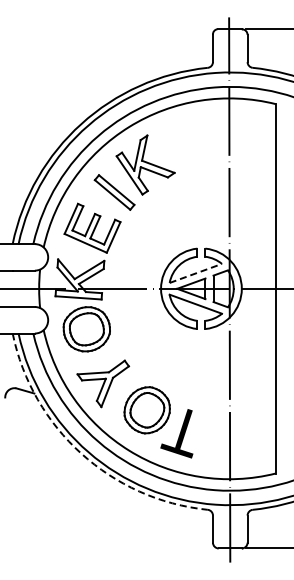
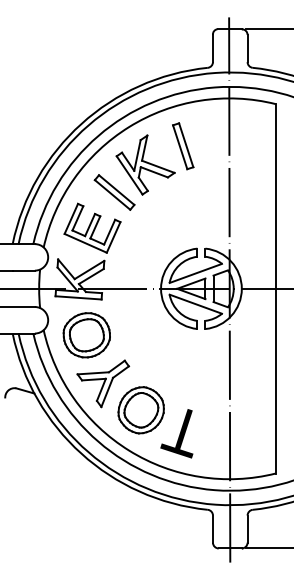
part at (183, 146): none -> present
line at (195, 273): dashed -> solid
part at (86, 329) position: (86, 329) -> (86, 335)
part at (146, 410) position: (146, 410) -> (140, 410)
arc at (81, 453): dashed -> solid
